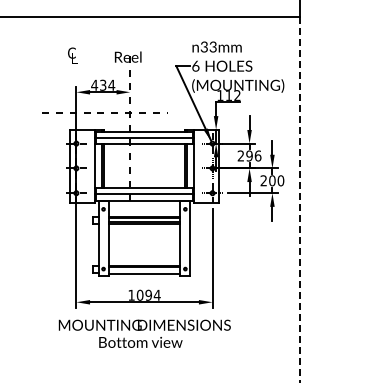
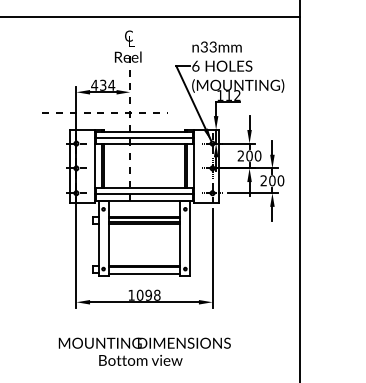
text at (72, 55) position: (72, 55) -> (129, 38)
text at (253, 155): 296 -> 200
line at (299, 199): dashed -> solid
text at (156, 294): 1094 -> 1098
text at (144, 333) position: (144, 333) -> (144, 351)
